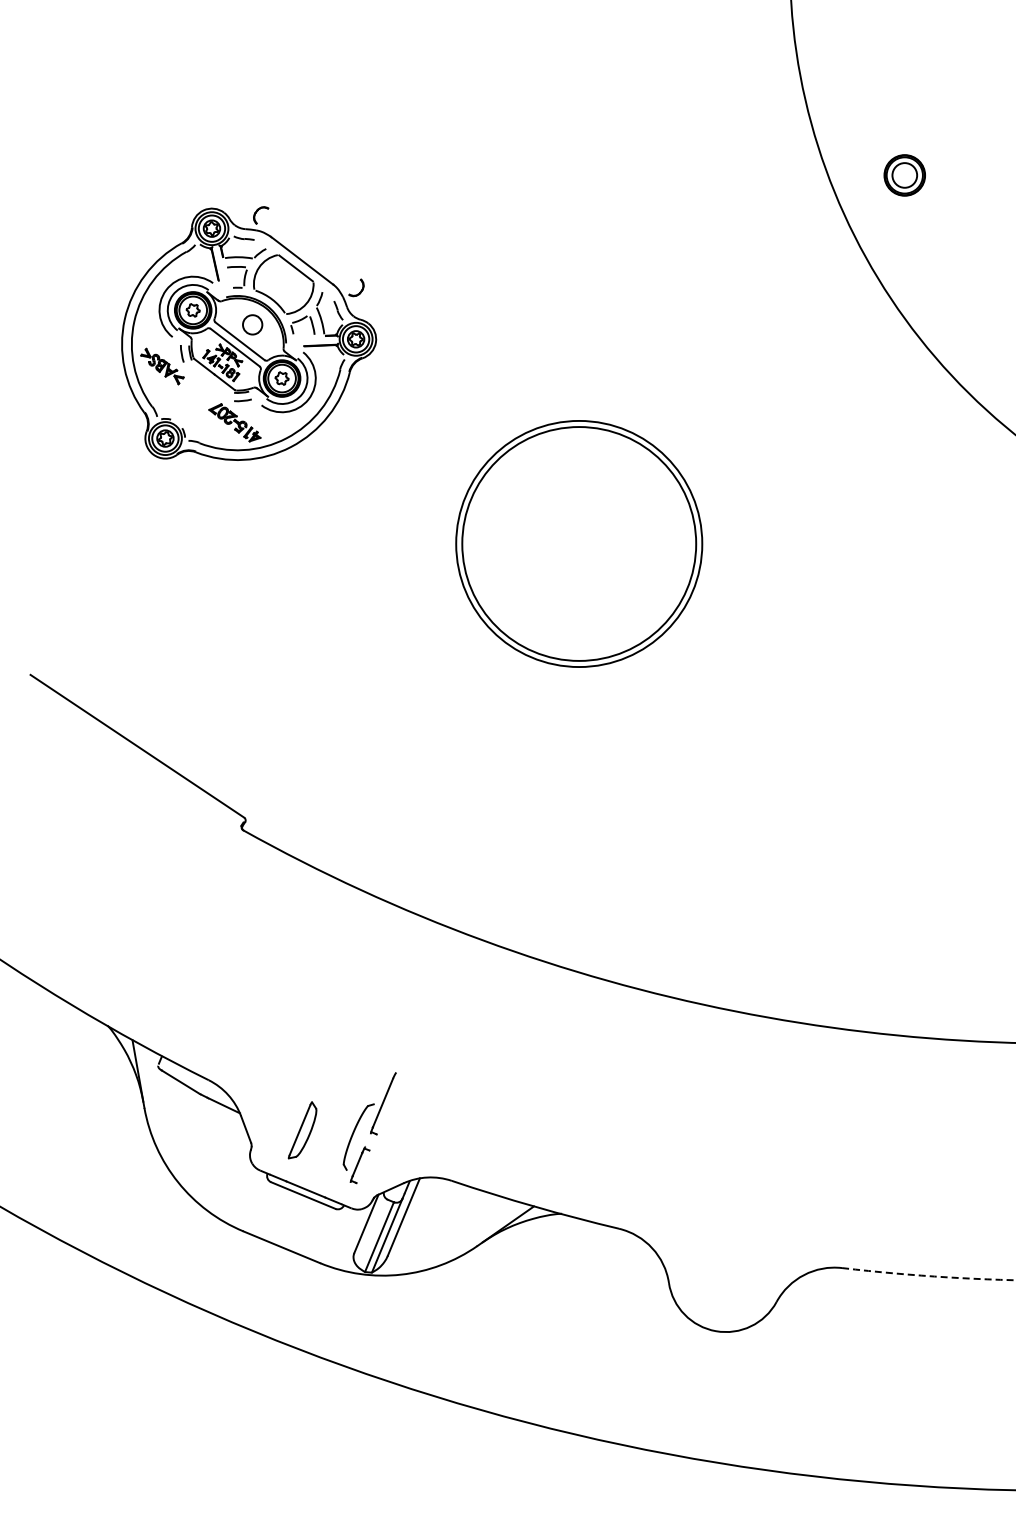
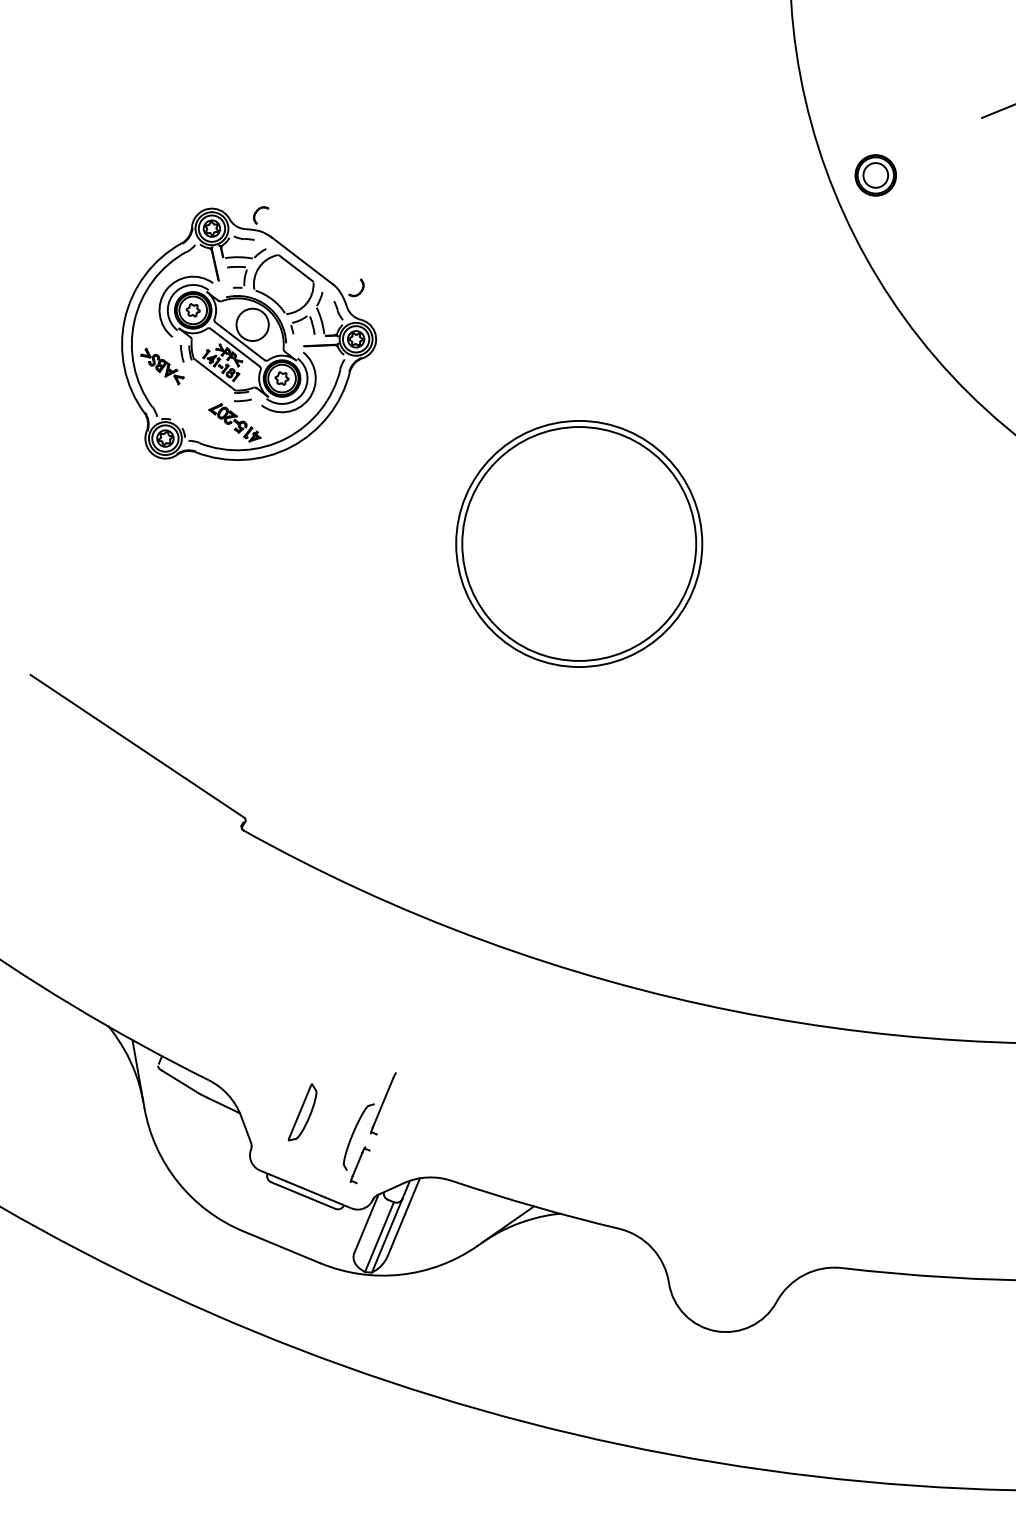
line at (997, 111): none -> present
part at (904, 175) position: (904, 175) -> (875, 175)
circle at (252, 324) diameter: 19 px -> 32 px
part at (302, 1130) position: (302, 1130) -> (302, 1112)
arc at (928, 1276): dashed -> solid
